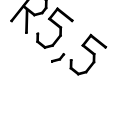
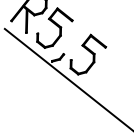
line at (67, 78): none -> present
